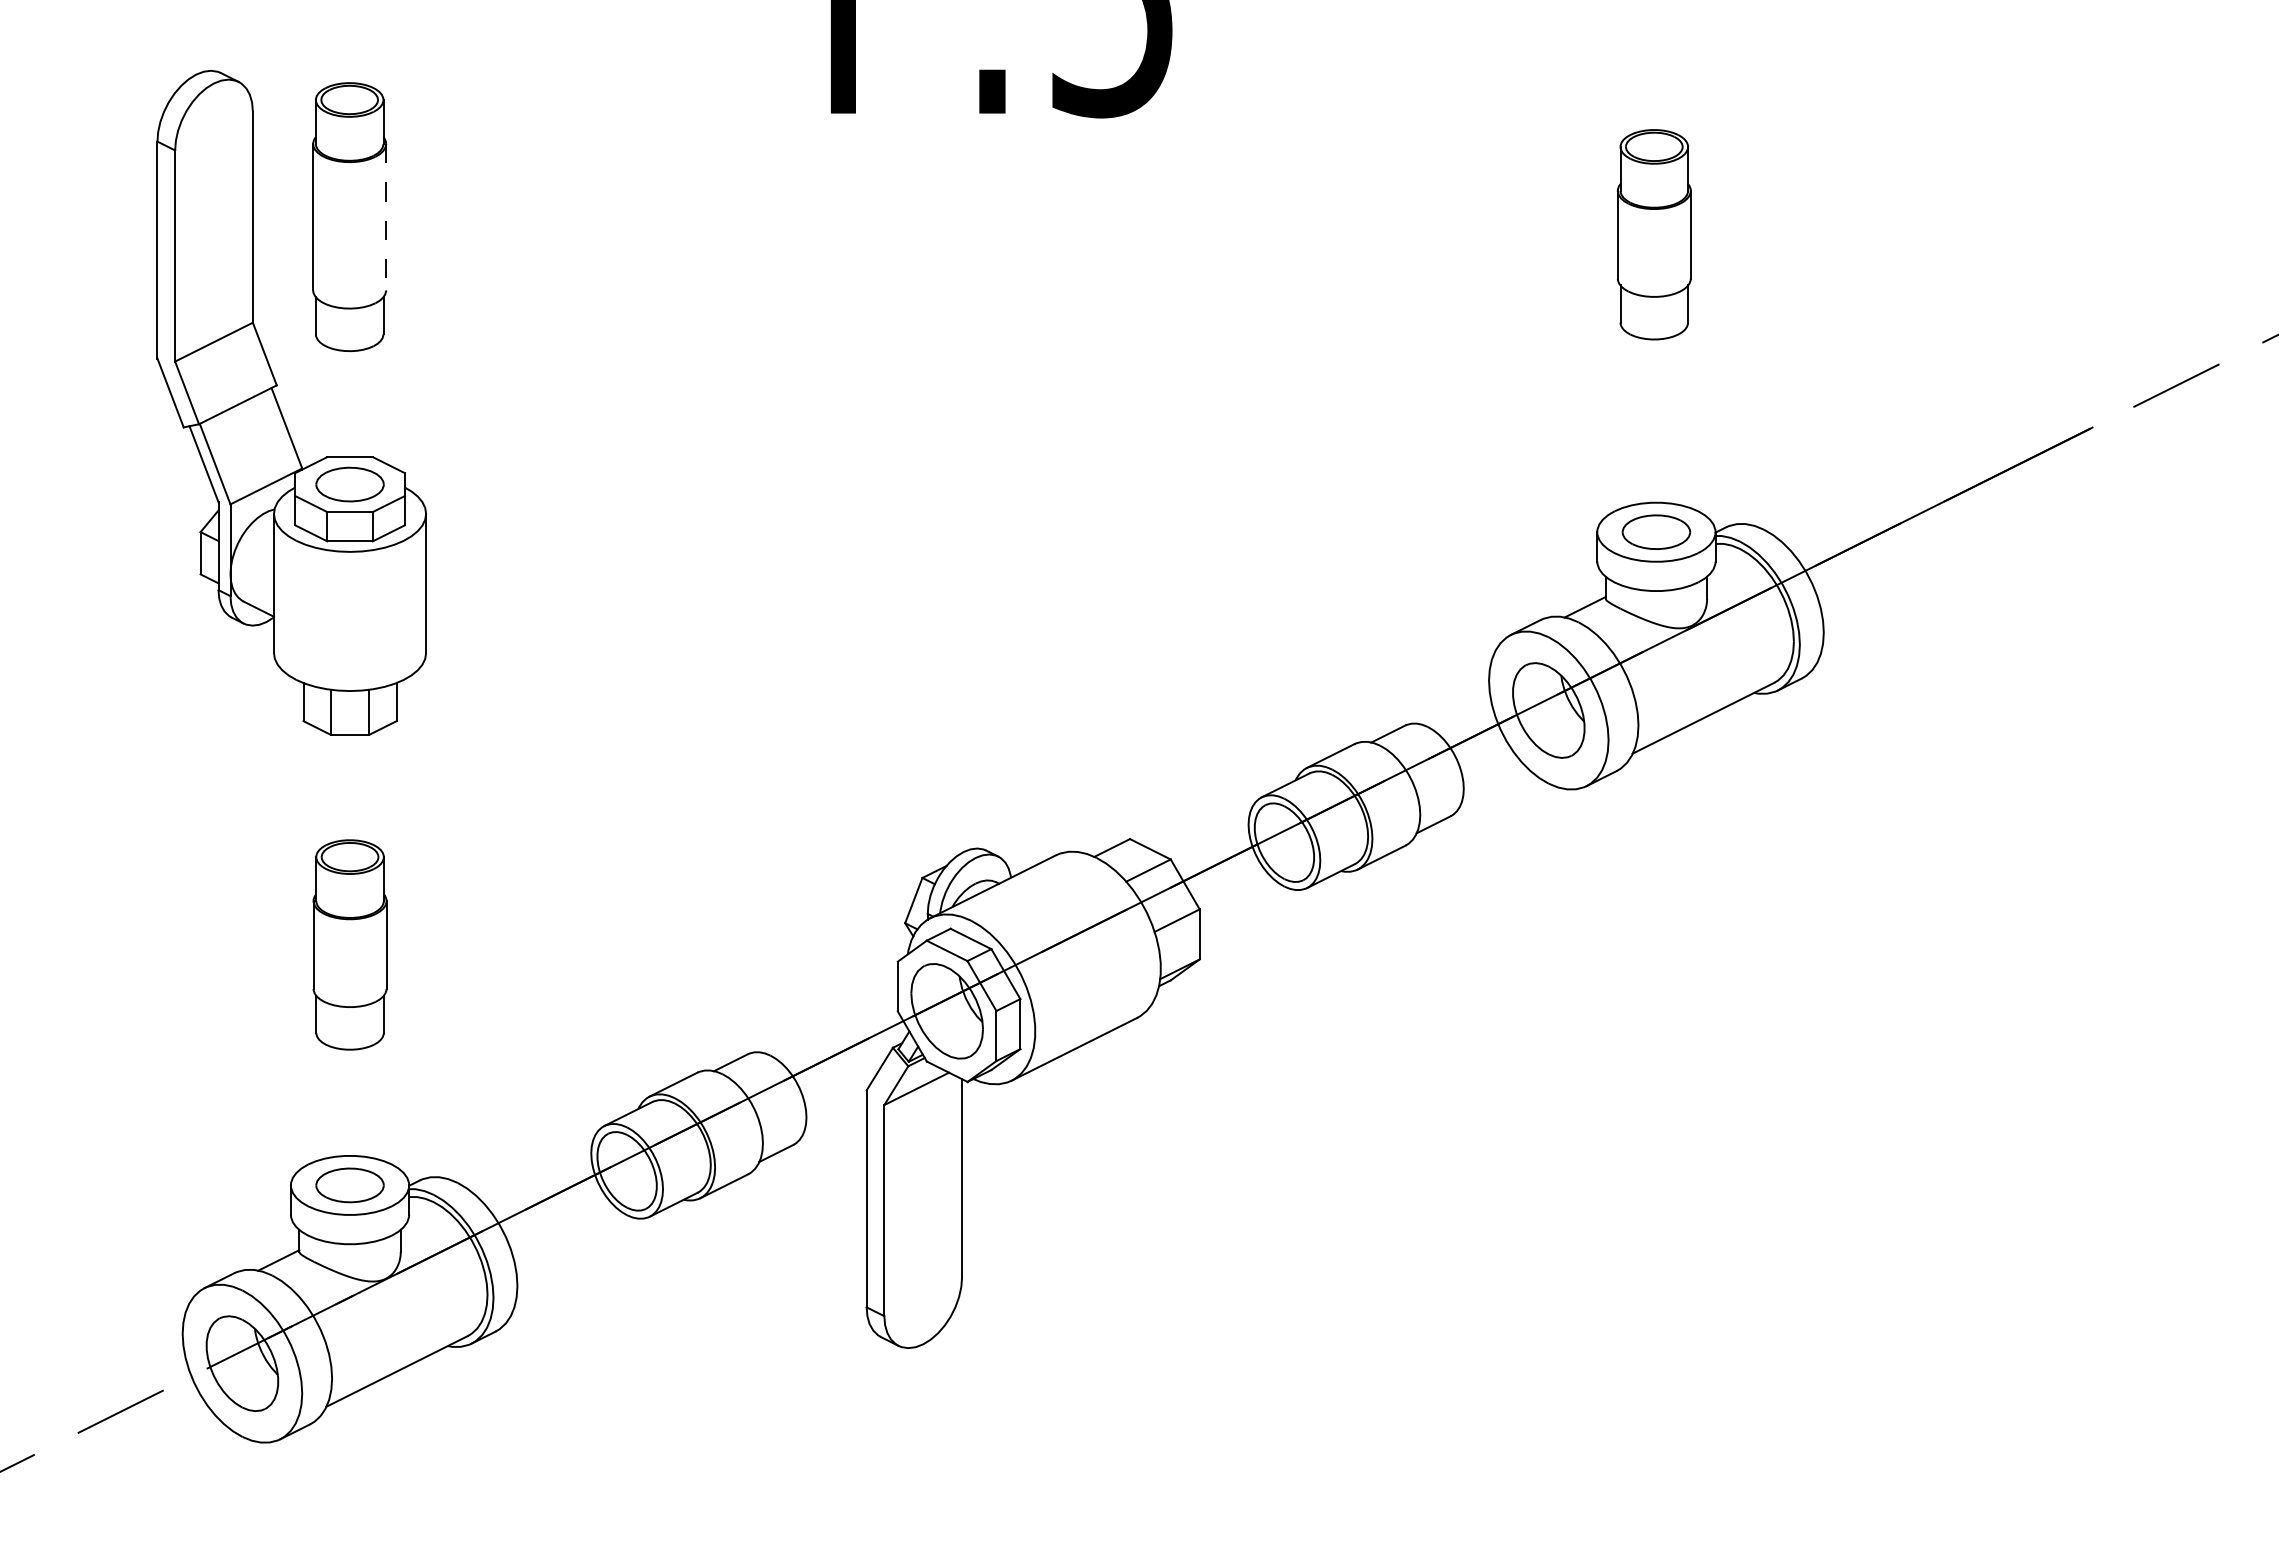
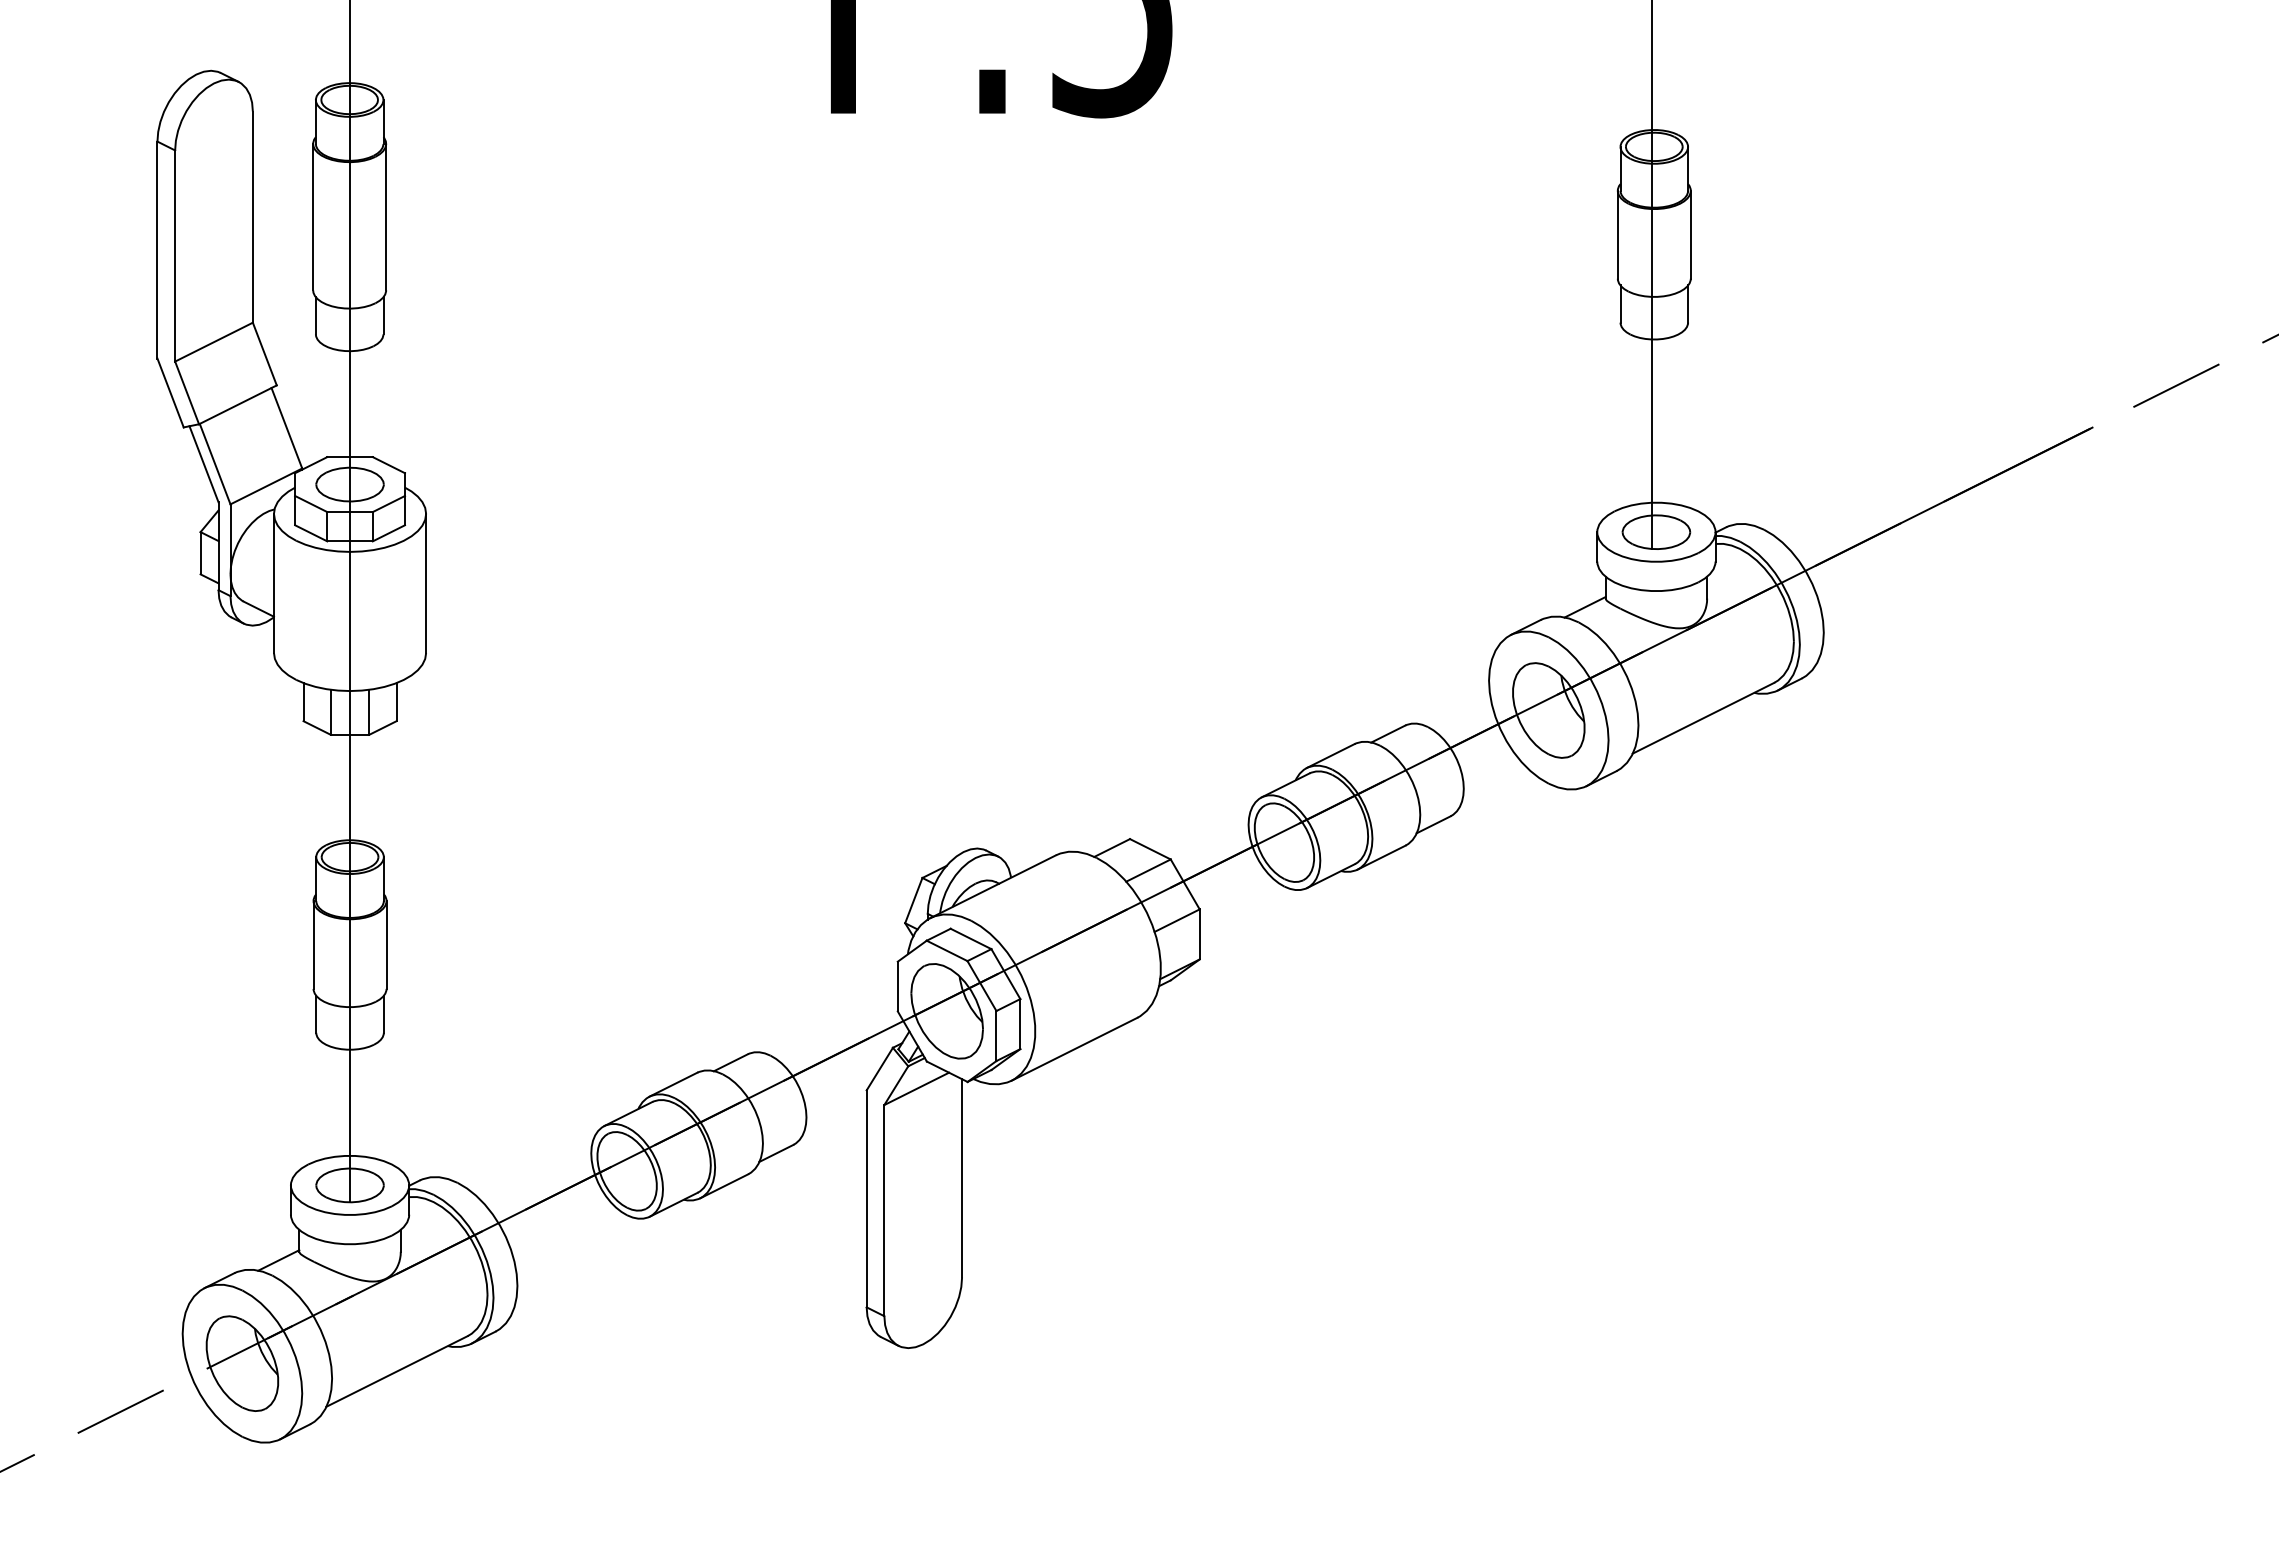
line at (386, 217): dashed -> solid
line at (1652, 275): none -> present
line at (350, 602): none -> present
